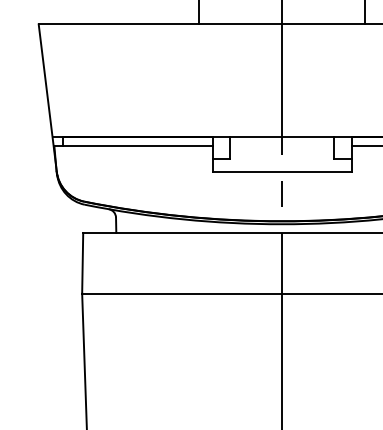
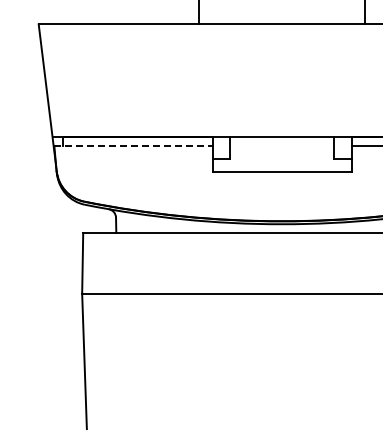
line at (133, 146): solid -> dashed
line at (282, 214): present -> none
